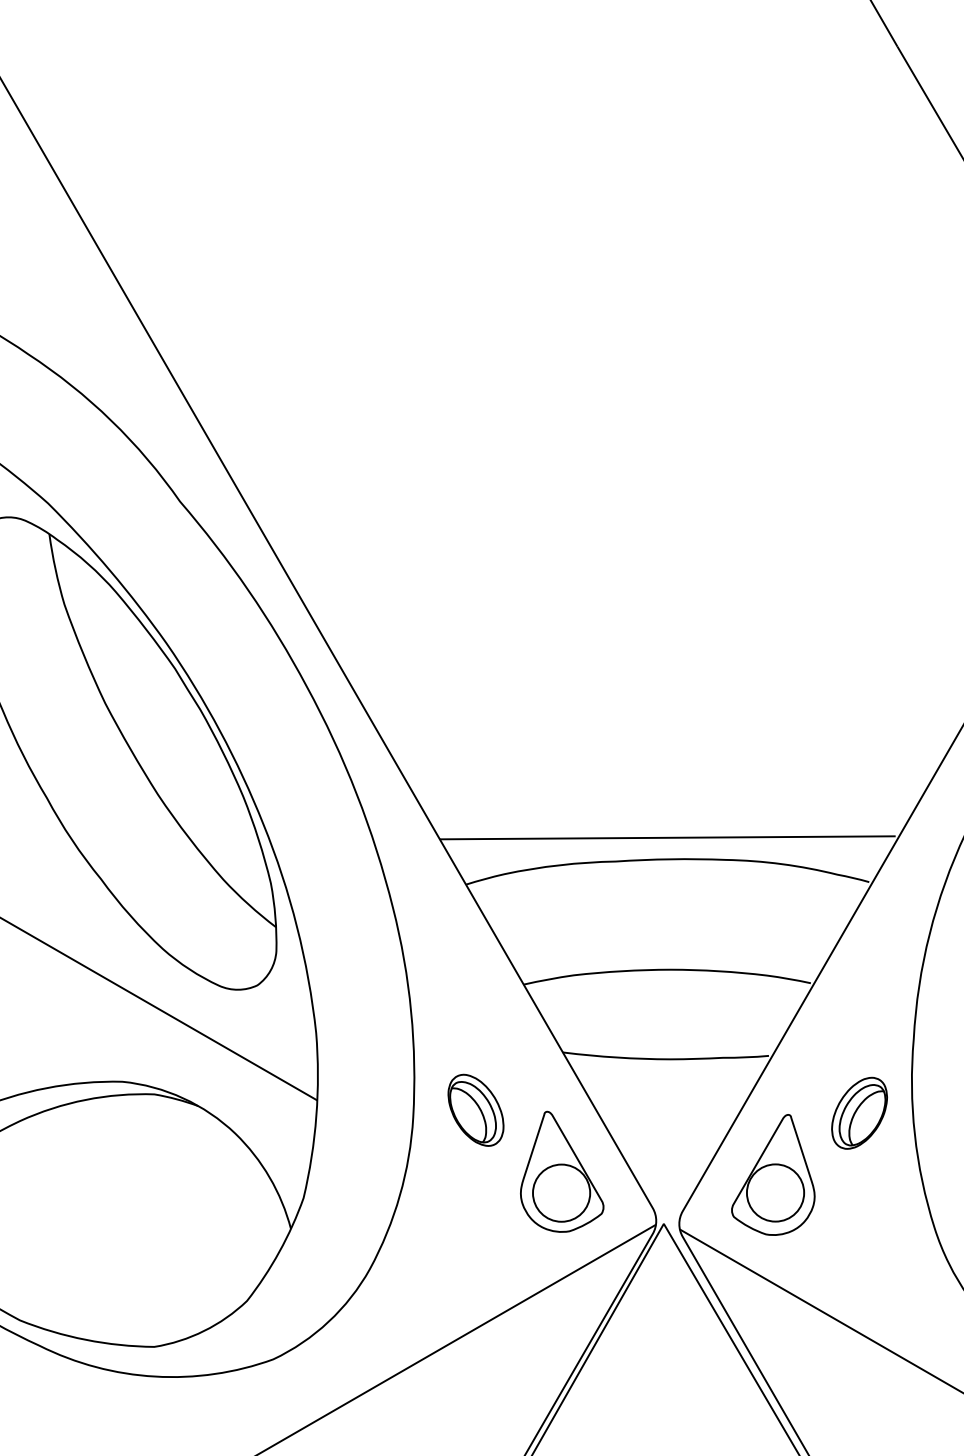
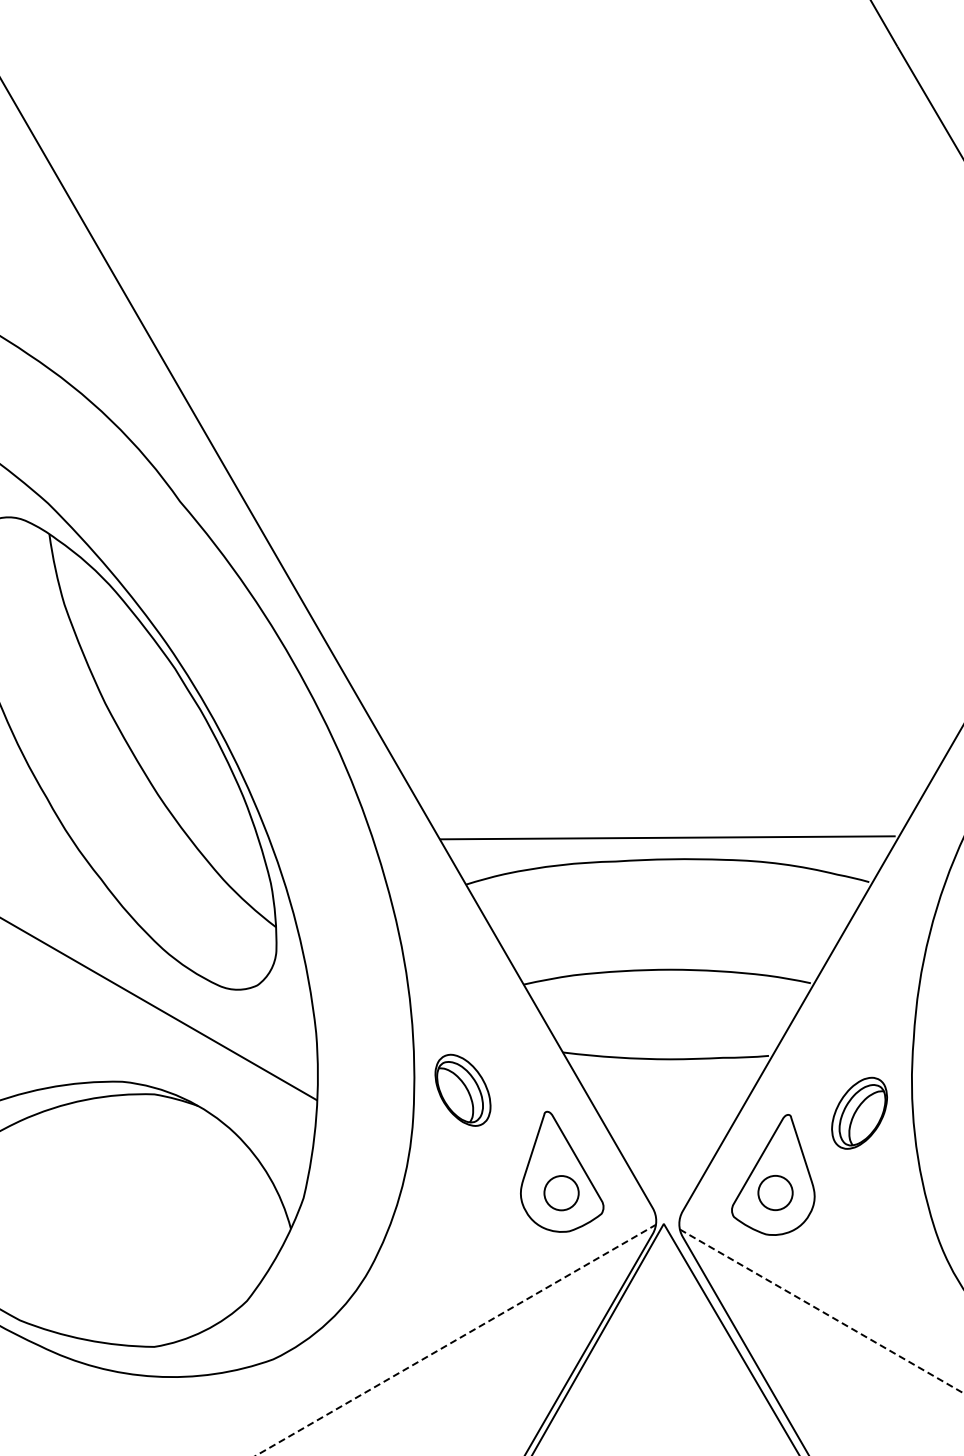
part at (475, 1109) position: (475, 1109) -> (462, 1089)
circle at (561, 1192) diameter: 57 px -> 34 px
circle at (775, 1192) diameter: 57 px -> 34 px
line at (821, 1311): solid -> dashed
line at (456, 1340): solid -> dashed
